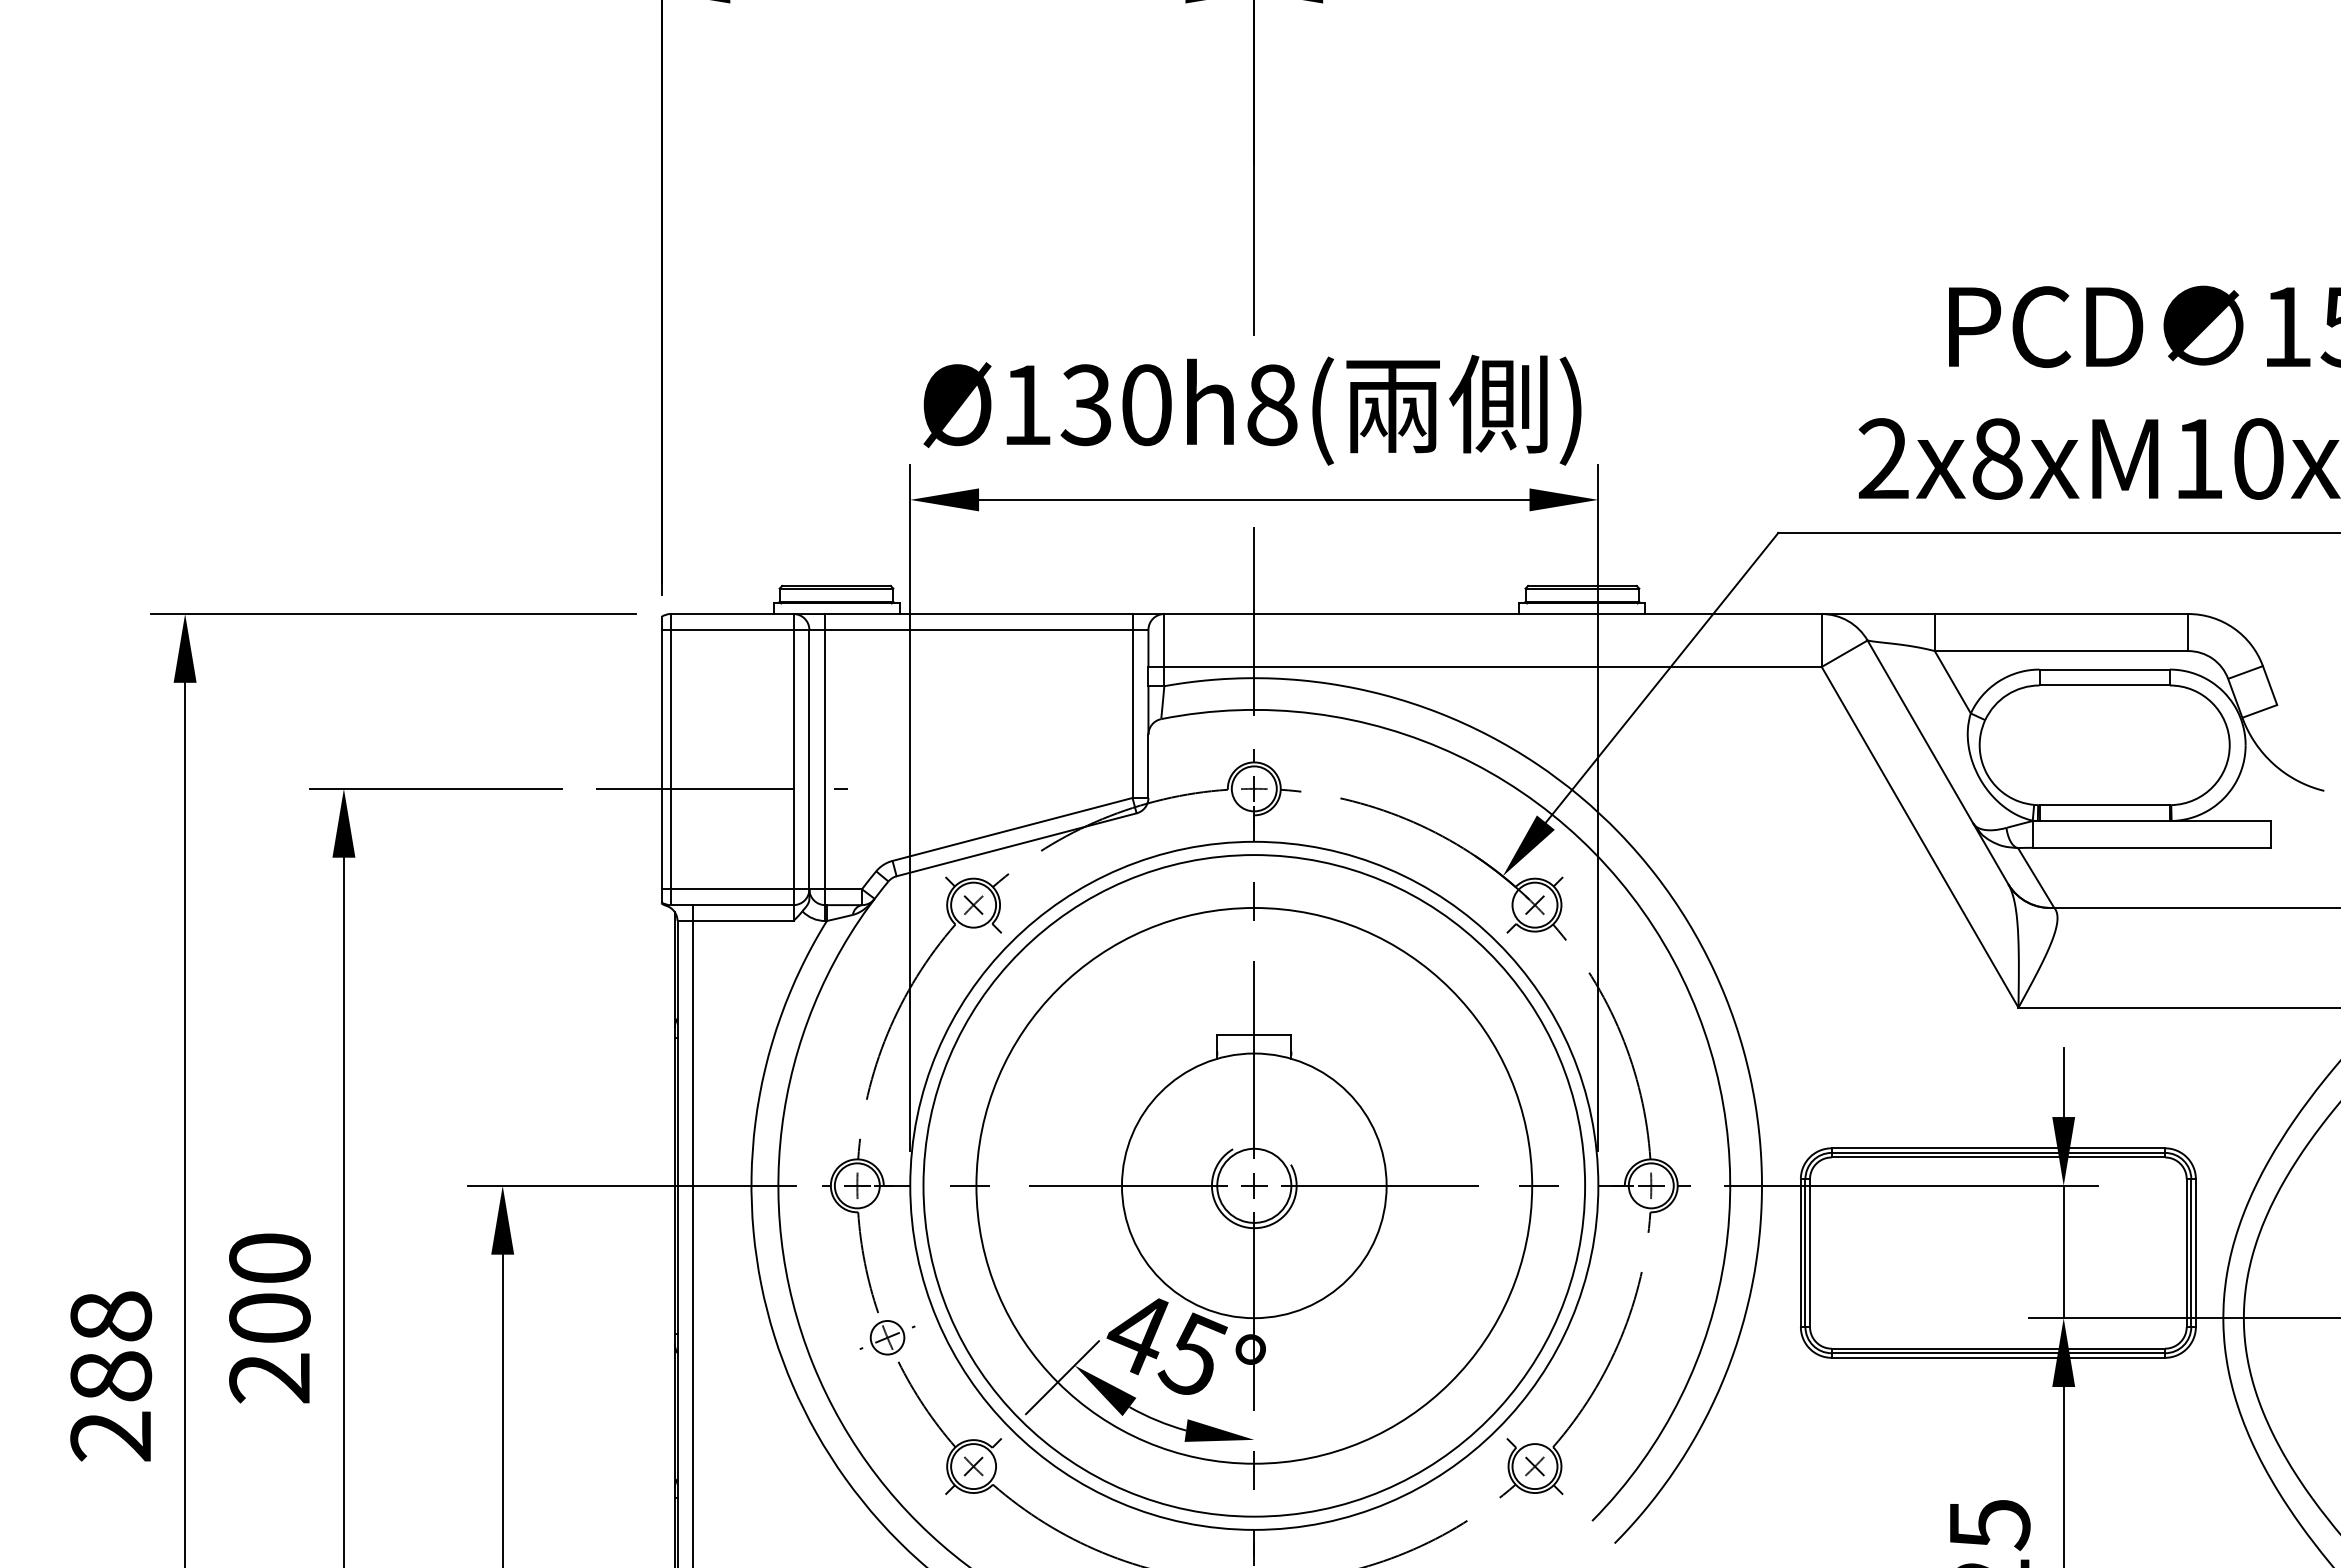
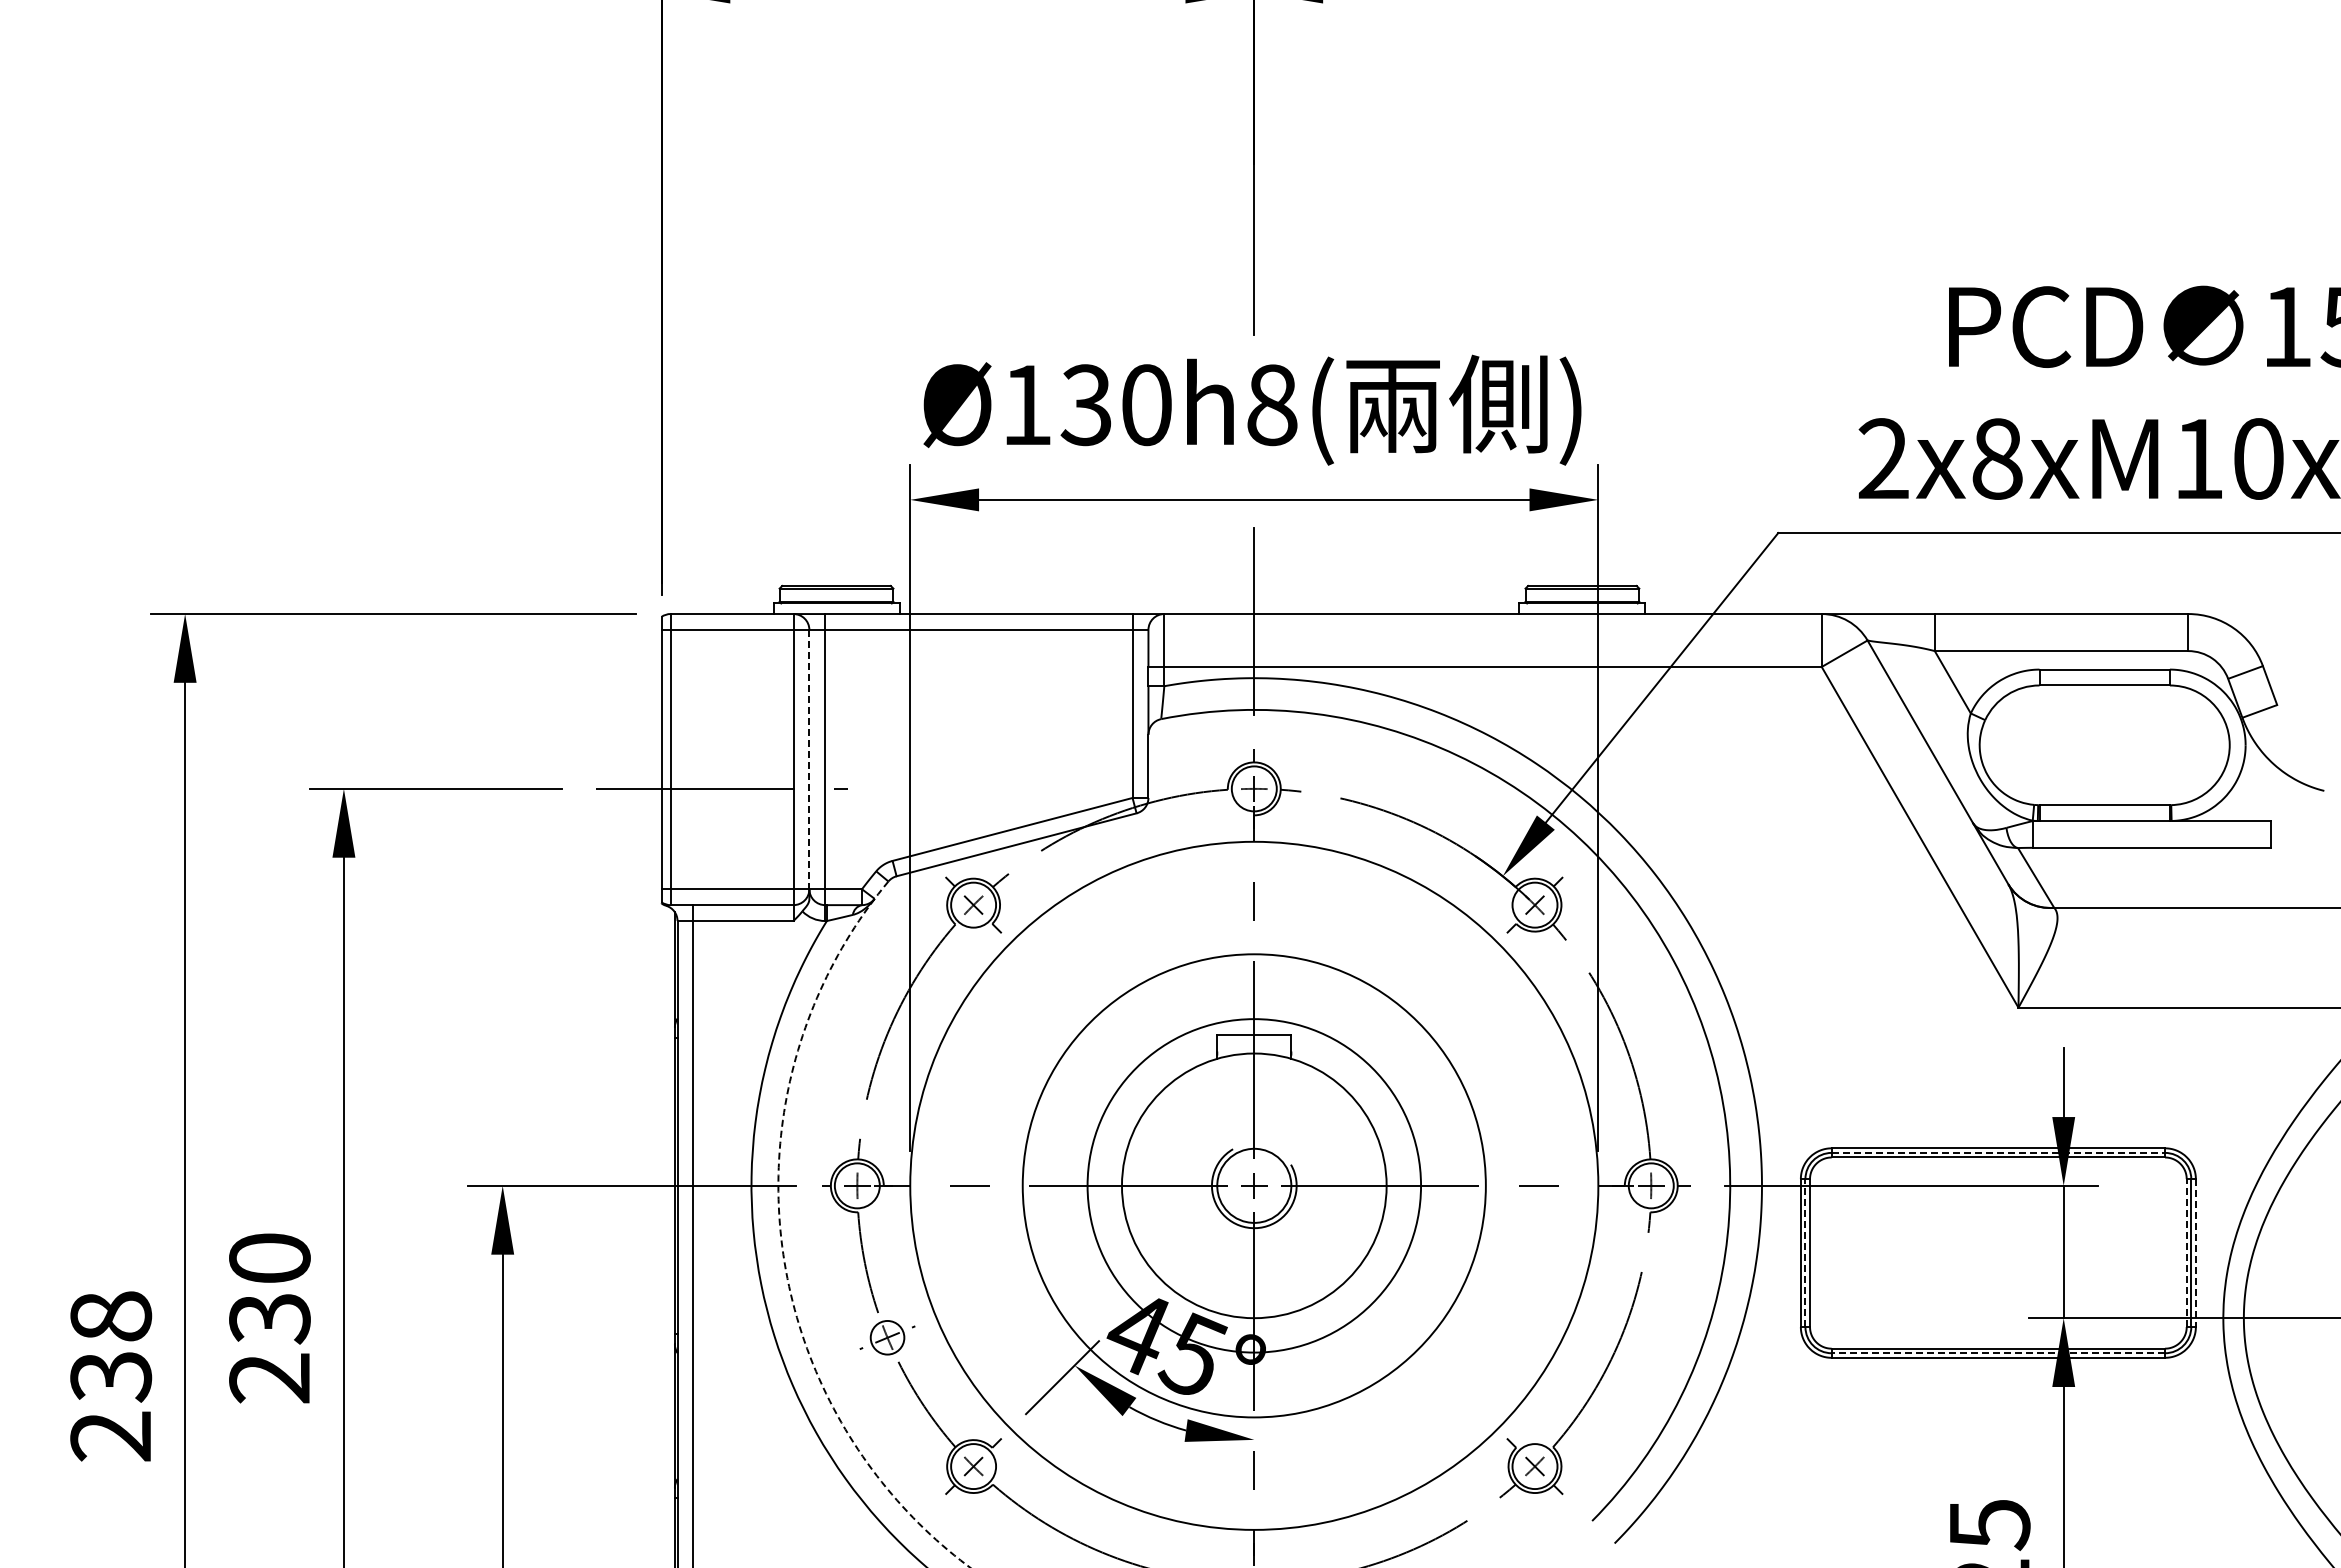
line at (809, 759): solid -> dashed
line at (1998, 1152): solid -> dashed
circle at (1254, 1185) diameter: 556 px -> 333 px
circle at (1254, 1185) diameter: 662 px -> 463 px
arc at (782, 1244): solid -> dashed
line at (1805, 1253): solid -> dashed
line at (2186, 1253): solid -> dashed
line at (2195, 1253): solid -> dashed
text at (269, 1318): 200 -> 230
line at (1998, 1353): solid -> dashed
text at (111, 1376): 288 -> 238
